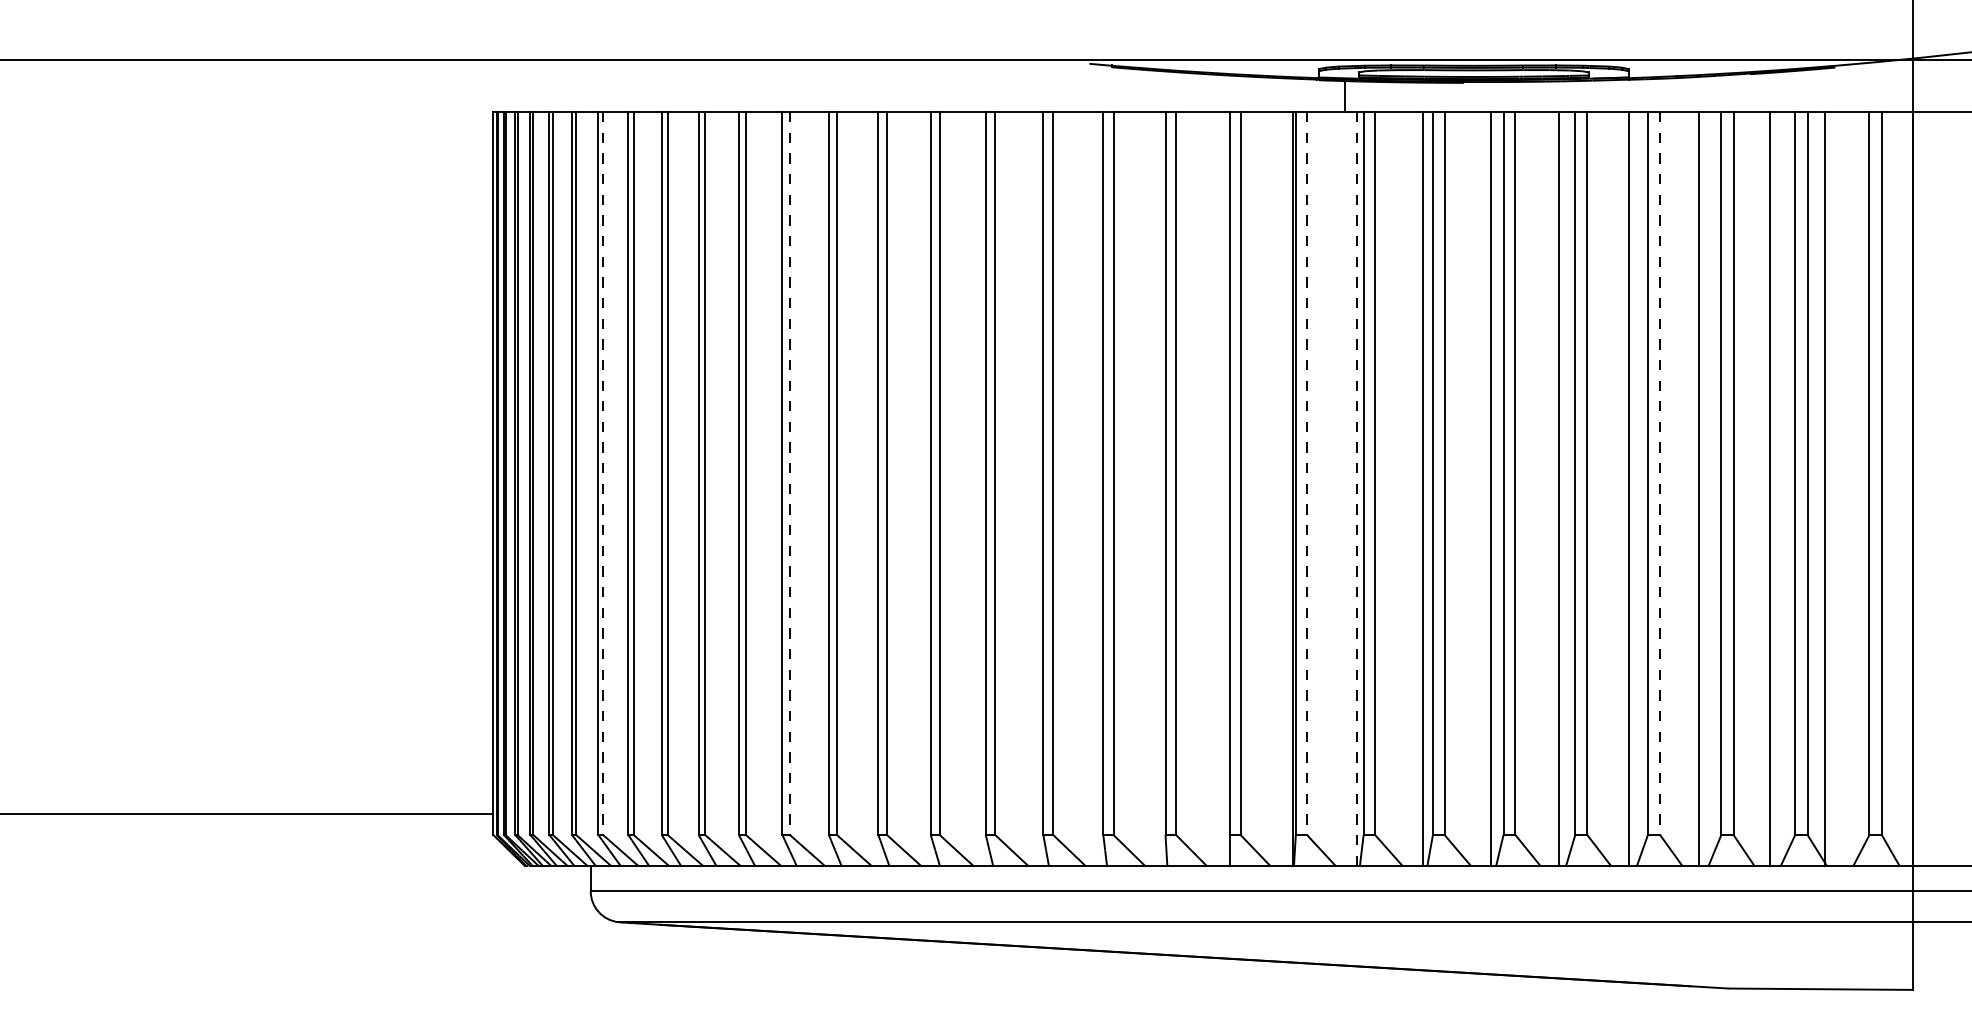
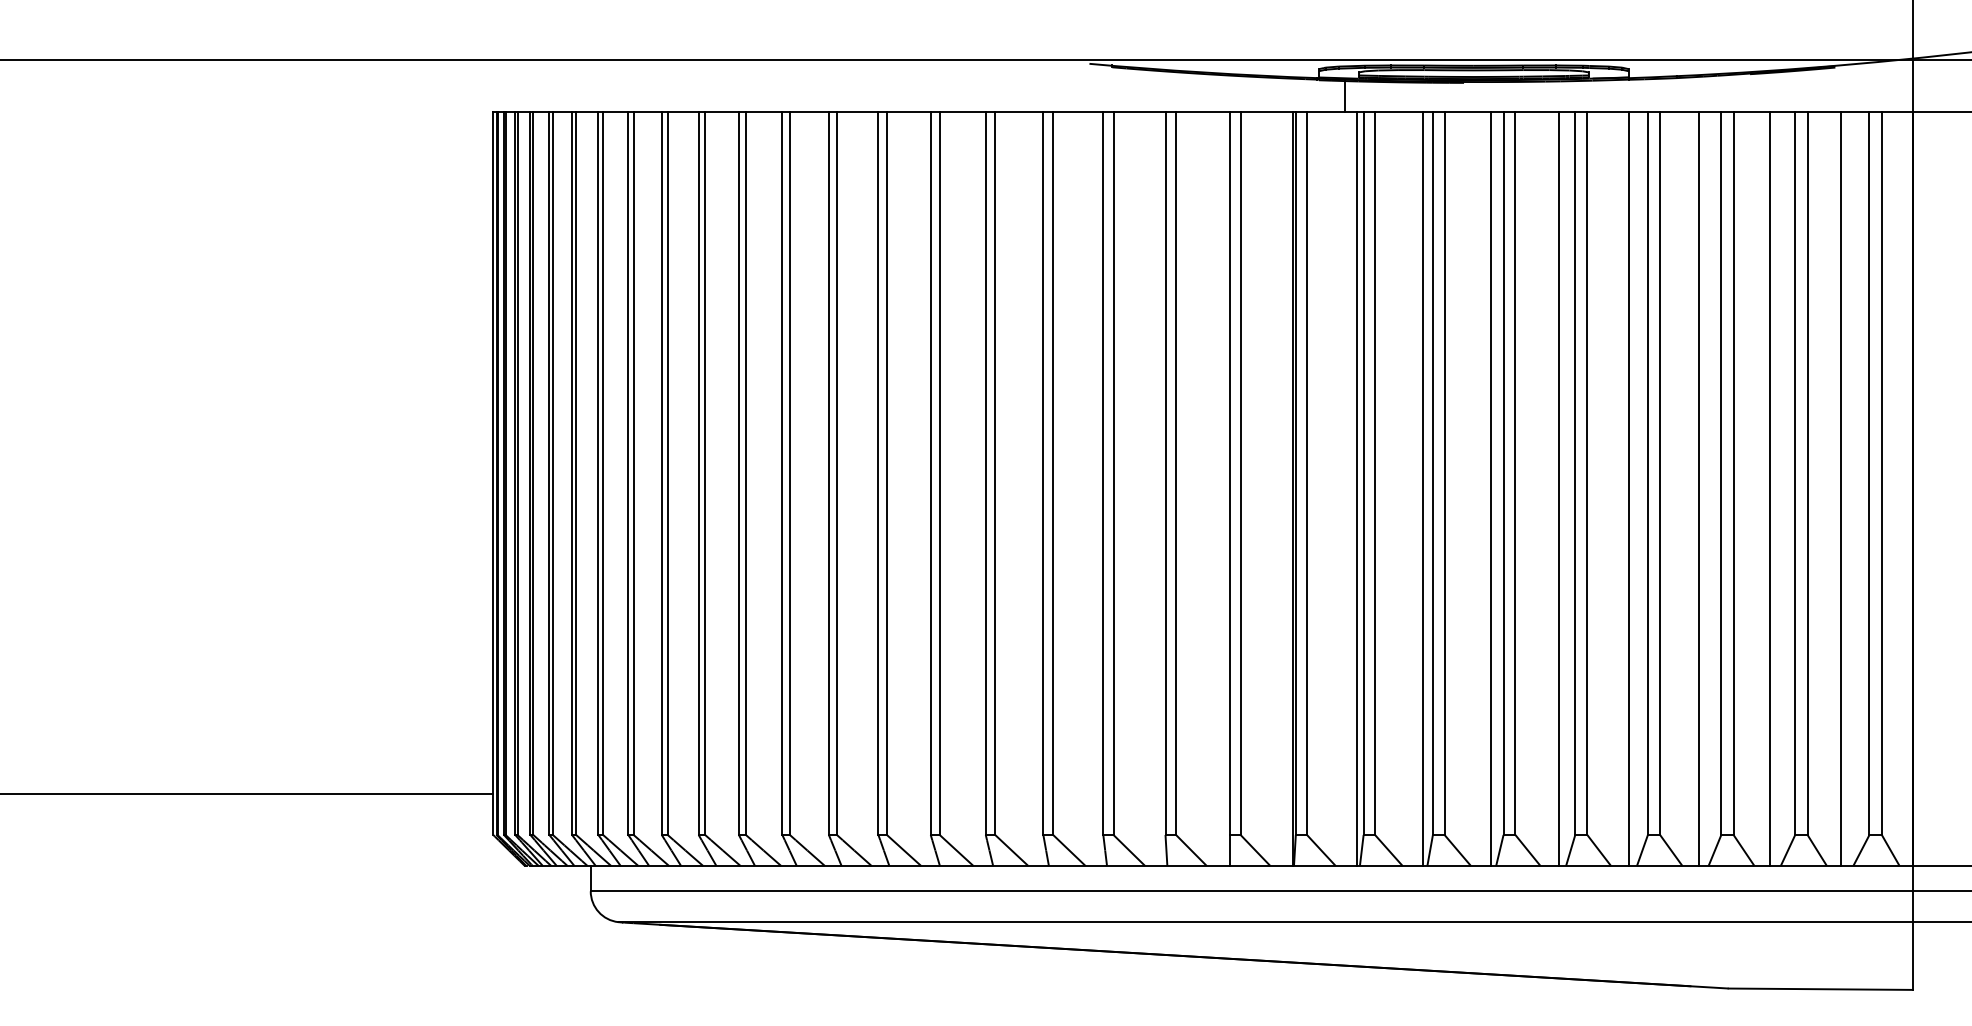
line at (603, 473): dashed -> solid
line at (789, 473): dashed -> solid
line at (1307, 473): dashed -> solid
line at (1660, 473): dashed -> solid
line at (1357, 488): dashed -> solid
line at (1825, 488) position: (1825, 488) -> (1841, 488)
line at (247, 813) position: (247, 813) -> (247, 793)
